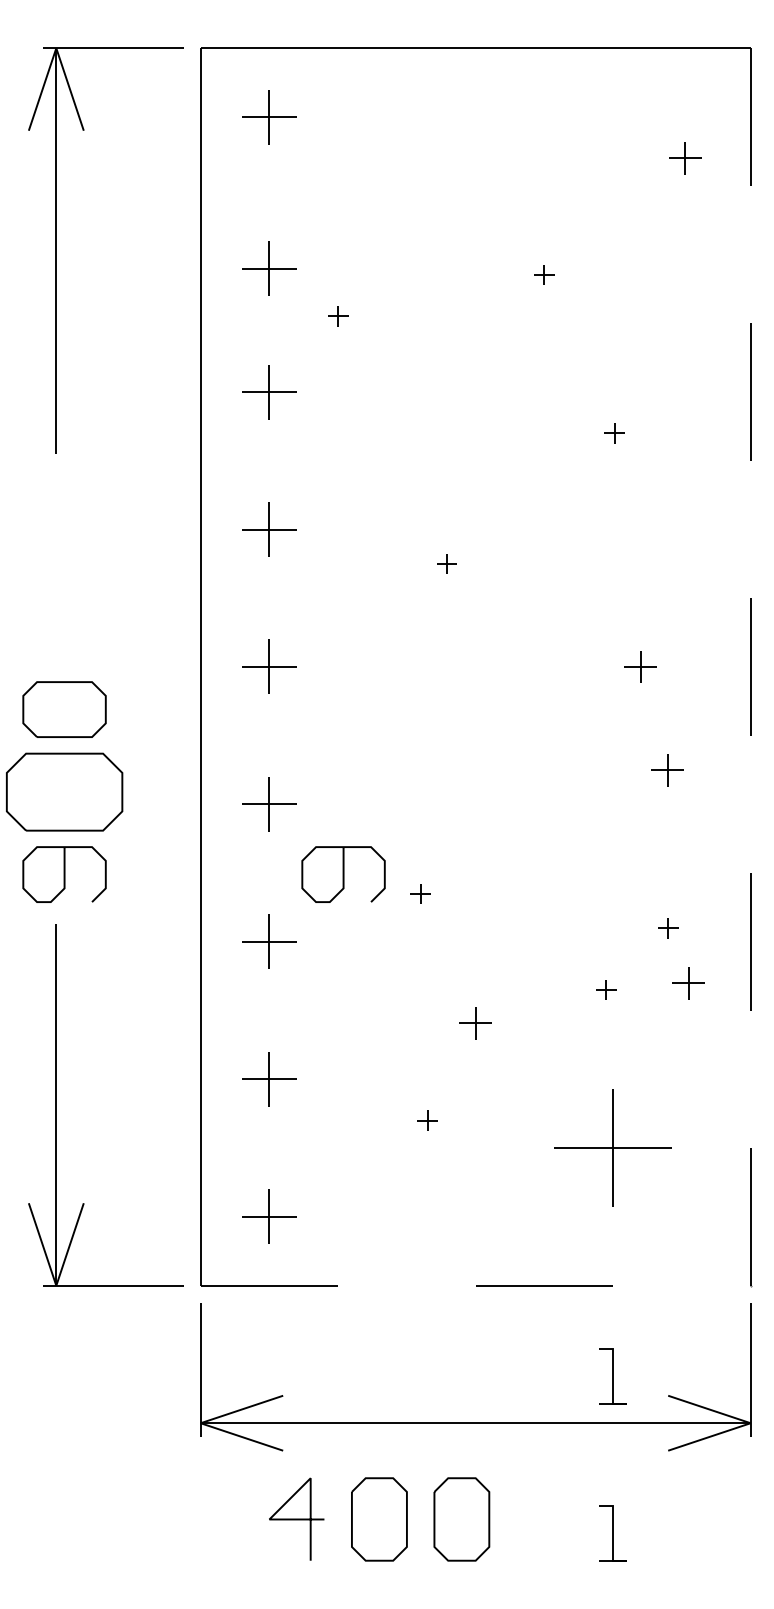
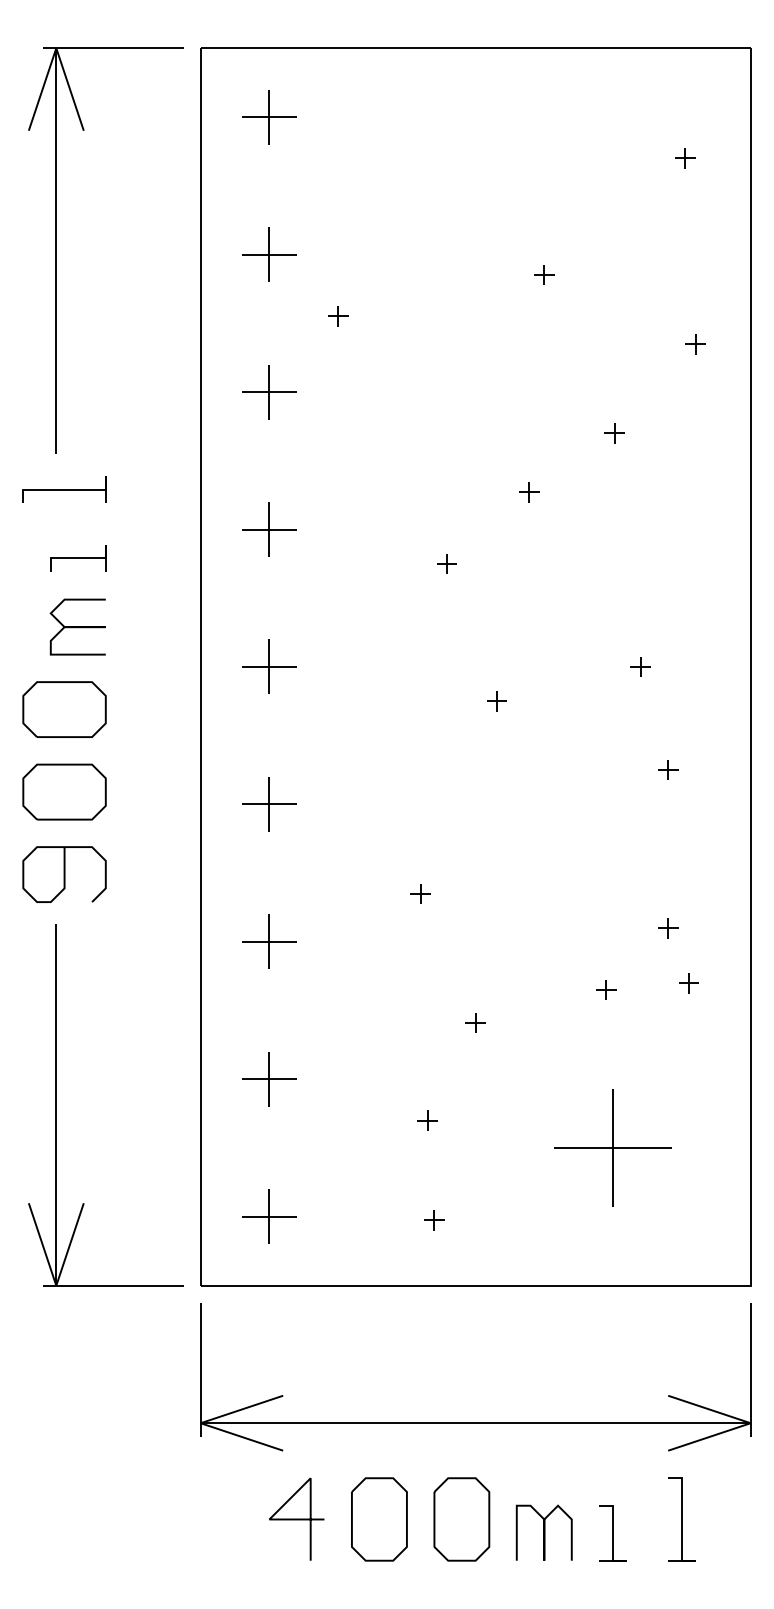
part at (685, 158) size: 33x33 px -> 21x21 px
part at (269, 268) position: (269, 268) -> (269, 254)
part at (695, 344): none -> present
line at (64, 489): none -> present
part at (529, 492): none -> present
line at (78, 558): none -> present
curve at (77, 626): none -> present
part at (640, 666) size: 33x32 px -> 21x20 px
part at (496, 701): none -> present
part at (667, 770) size: 33x33 px -> 21x20 px
part at (64, 791) size: 118x80 px -> 85x58 px
curve at (343, 874): present -> none
line at (750, 941): dashed -> solid
part at (688, 983) size: 33x33 px -> 20x21 px
part at (475, 1023) size: 33x33 px -> 21x20 px
part at (434, 1220): none -> present
line at (612, 1376): present -> none
line at (681, 1519): none -> present
curve at (543, 1532): none -> present
